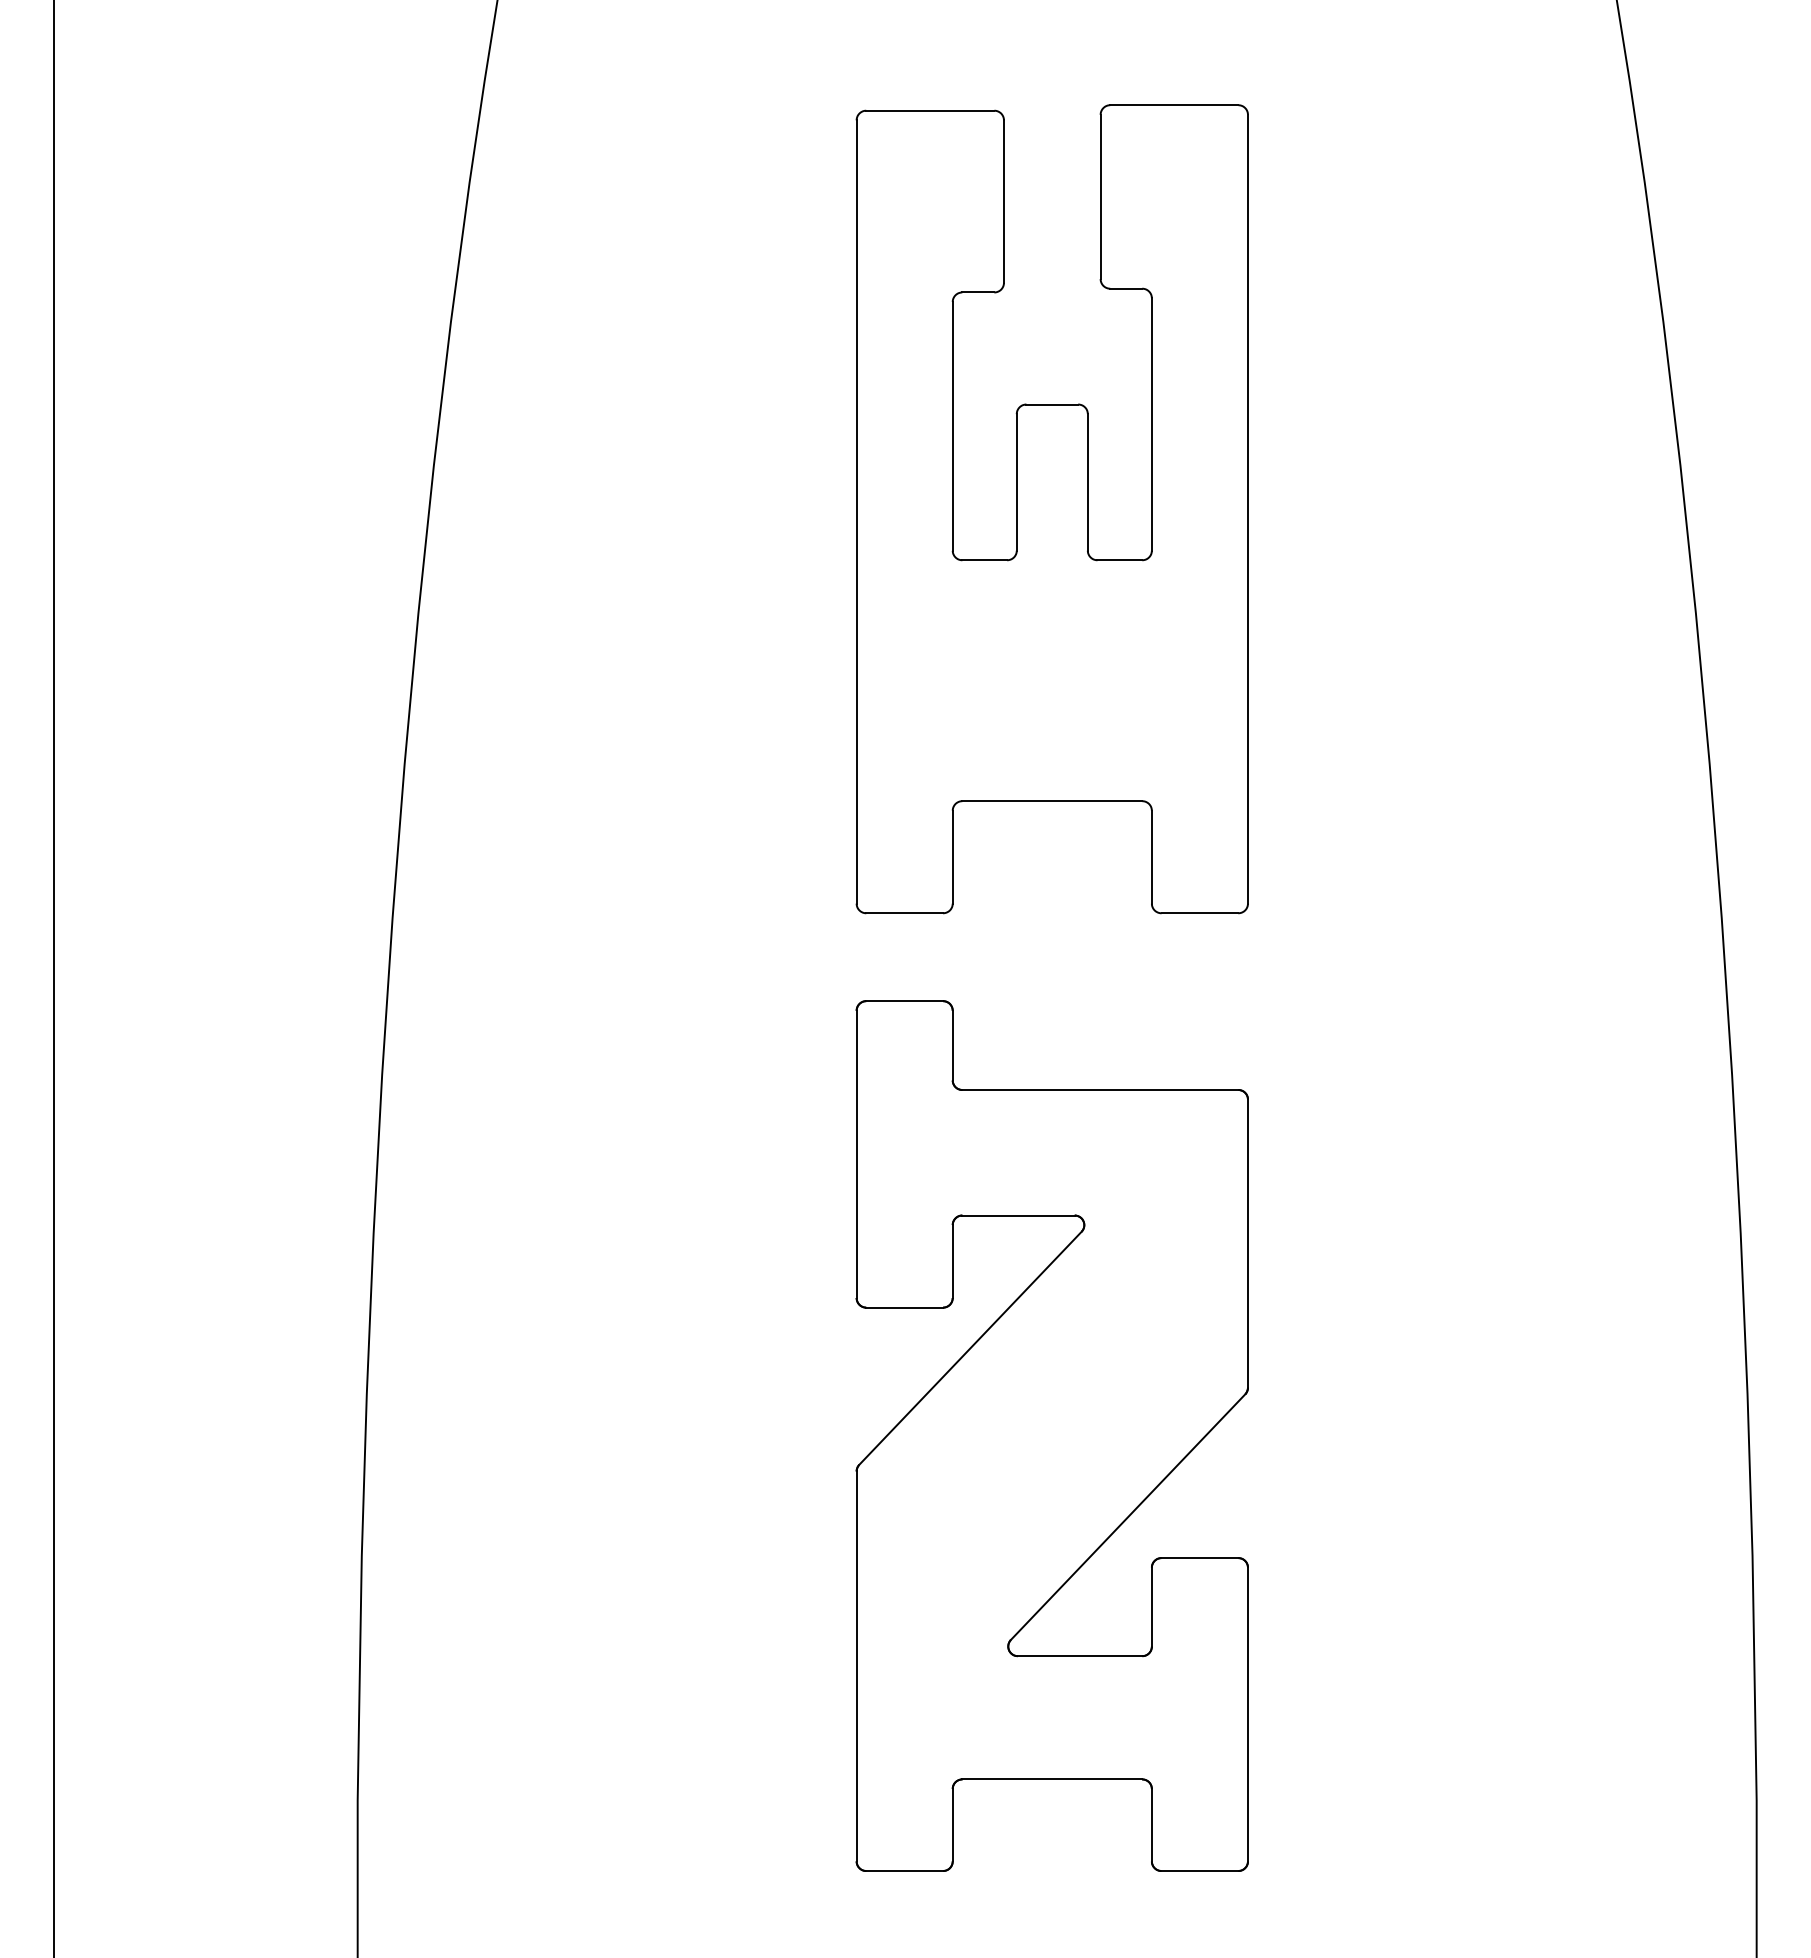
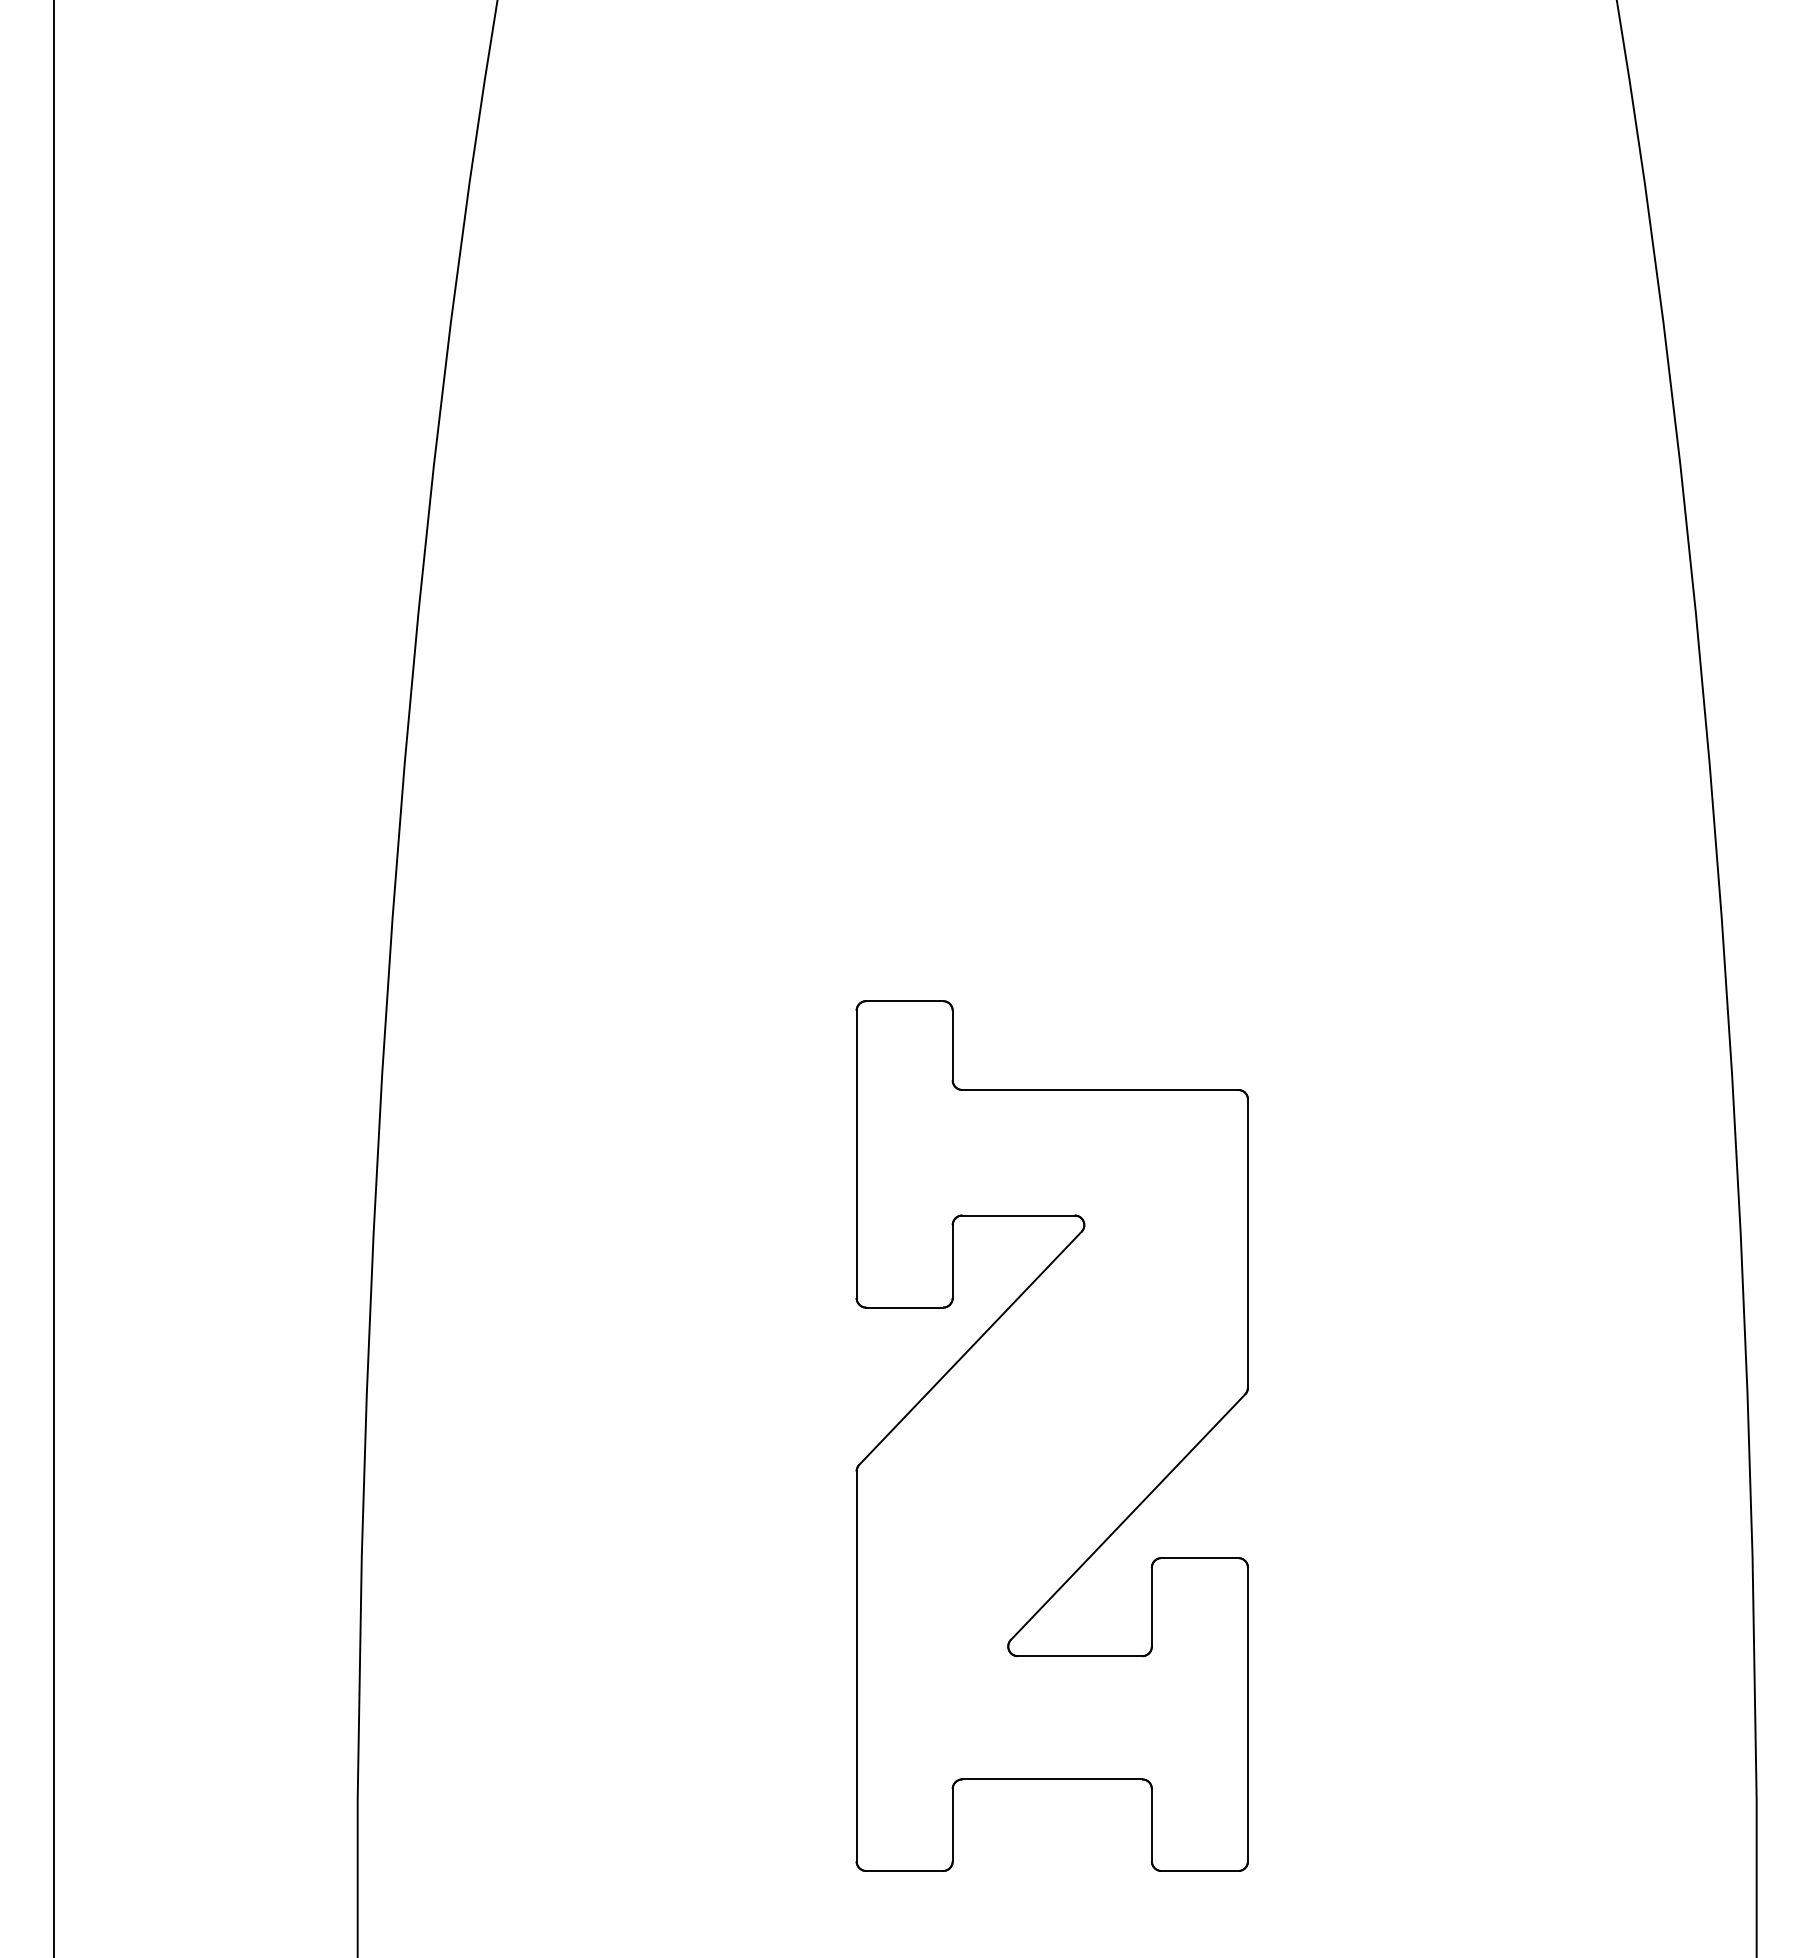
part at (1051, 509): present -> none
